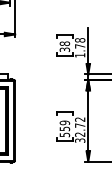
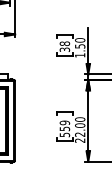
text at (80, 43): 1.78 -> 1.50
text at (80, 129): 32.72 -> 22.00
